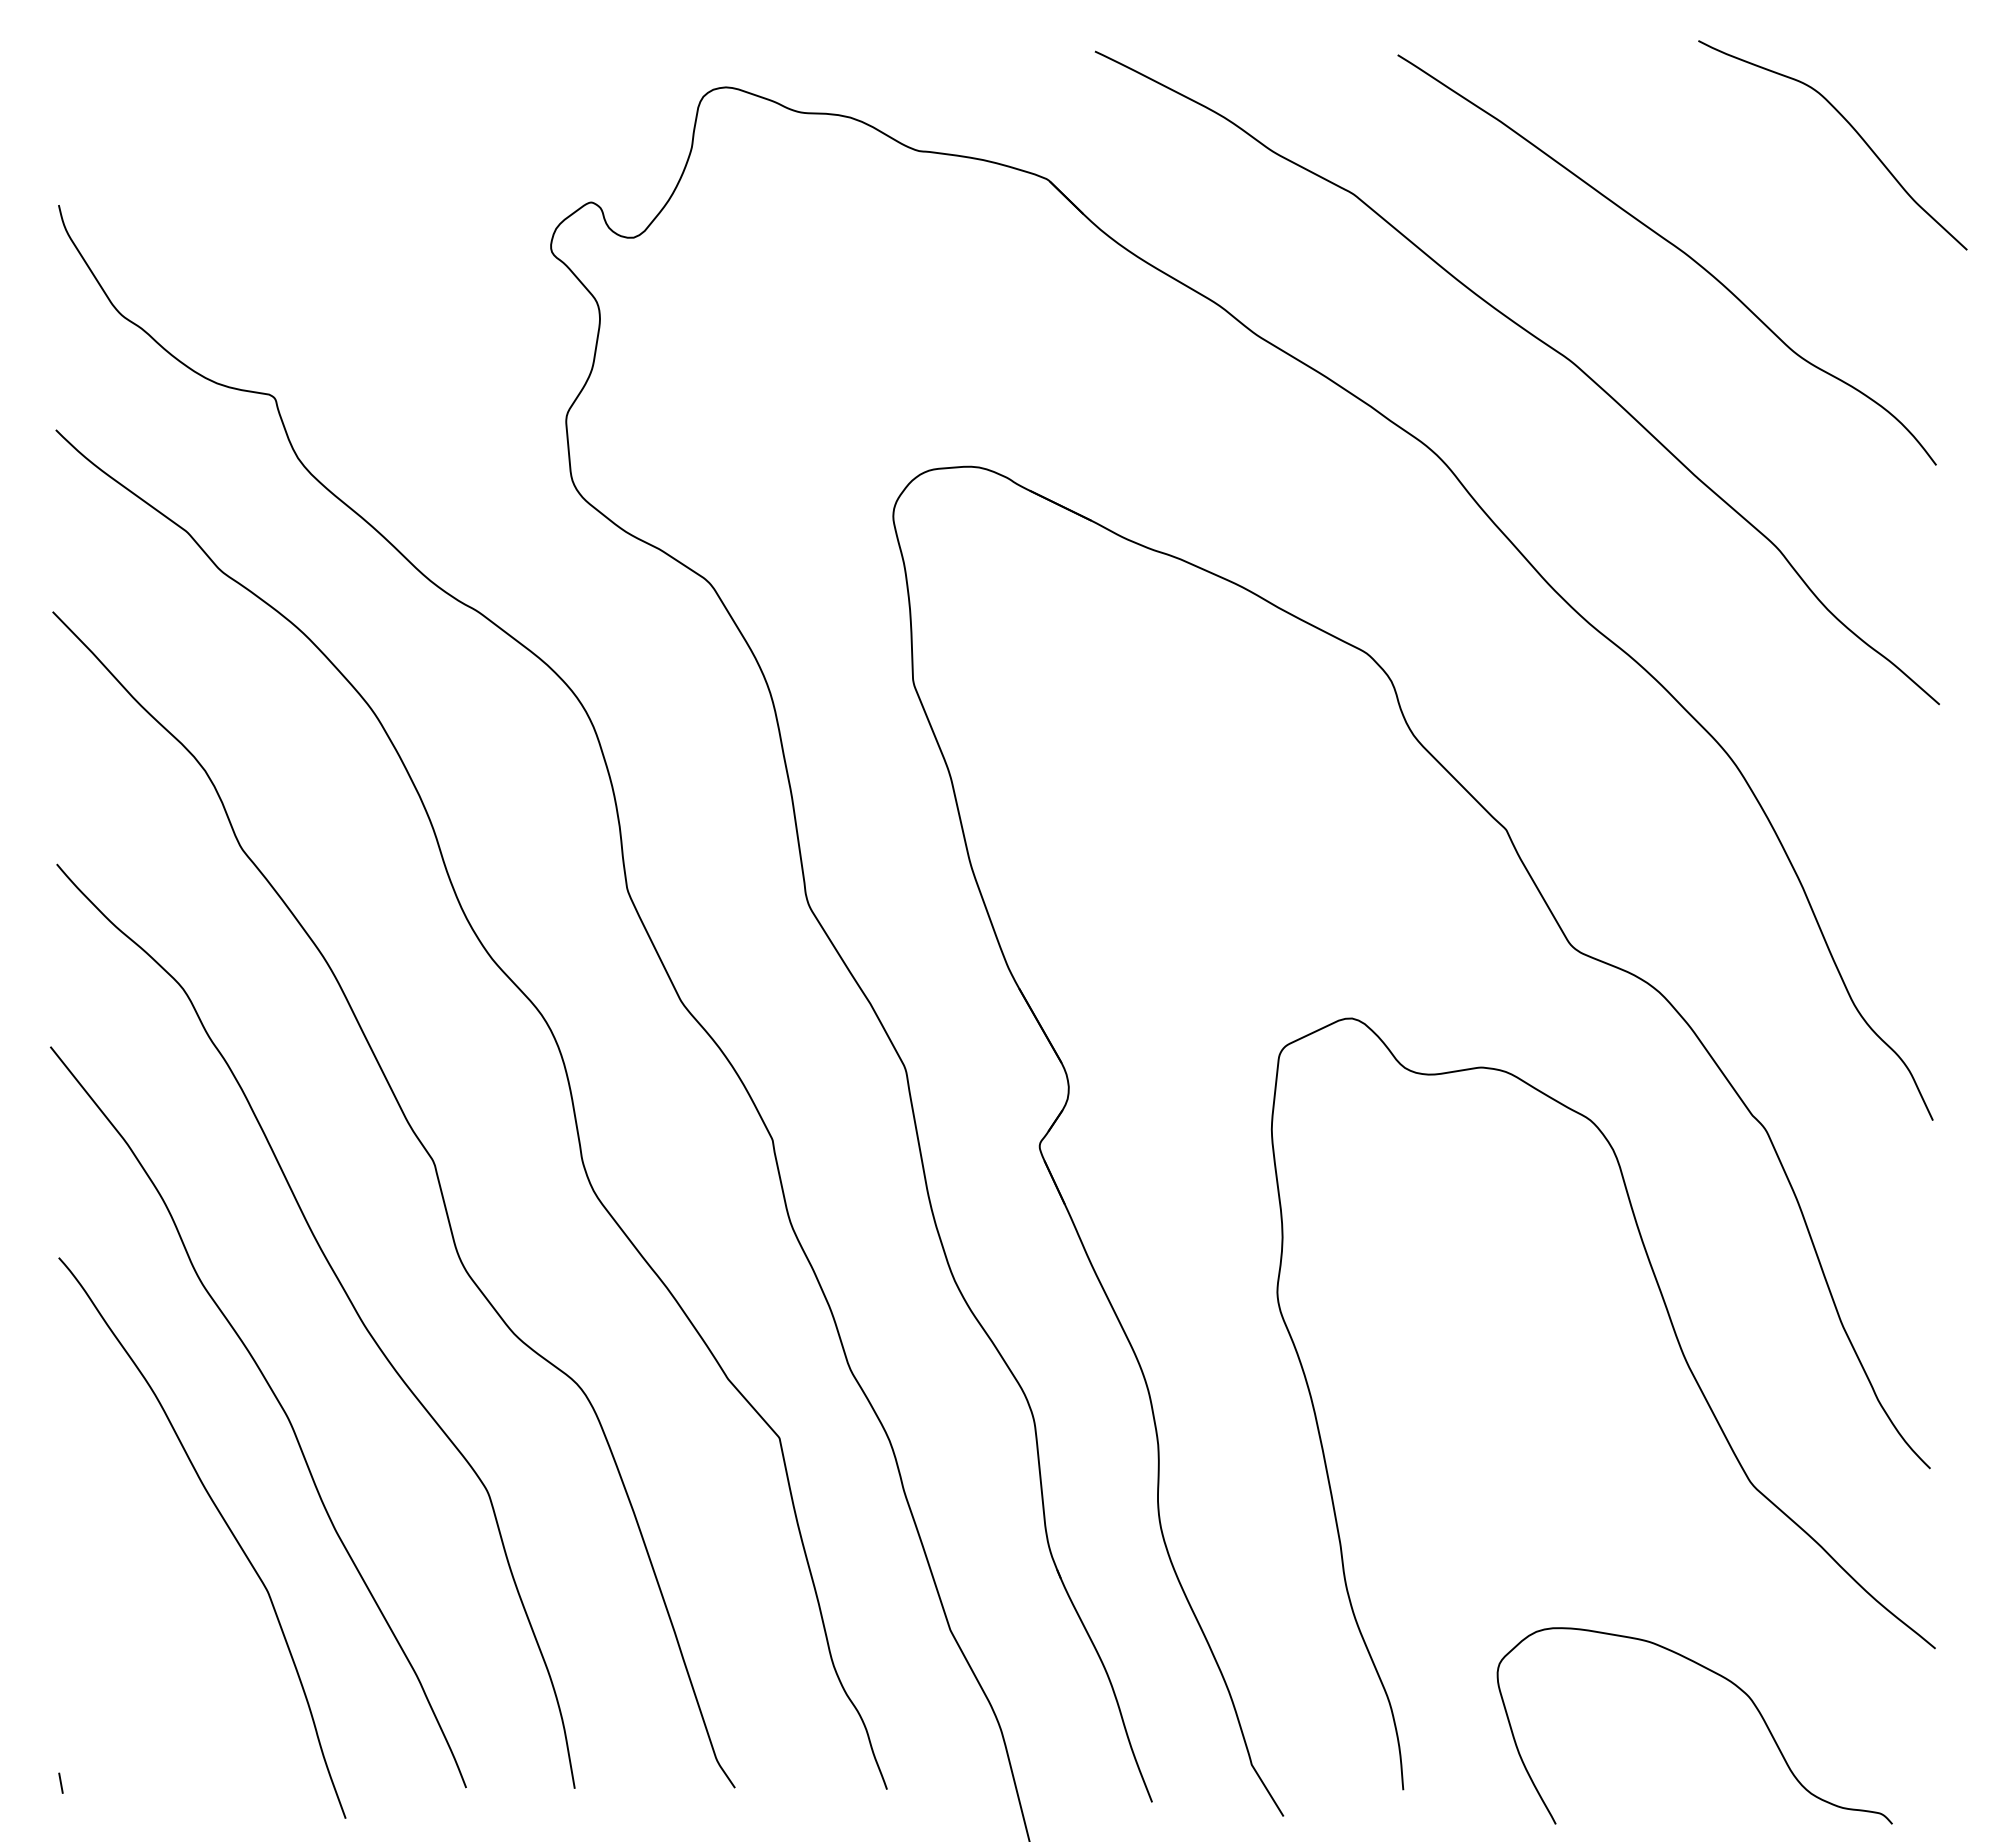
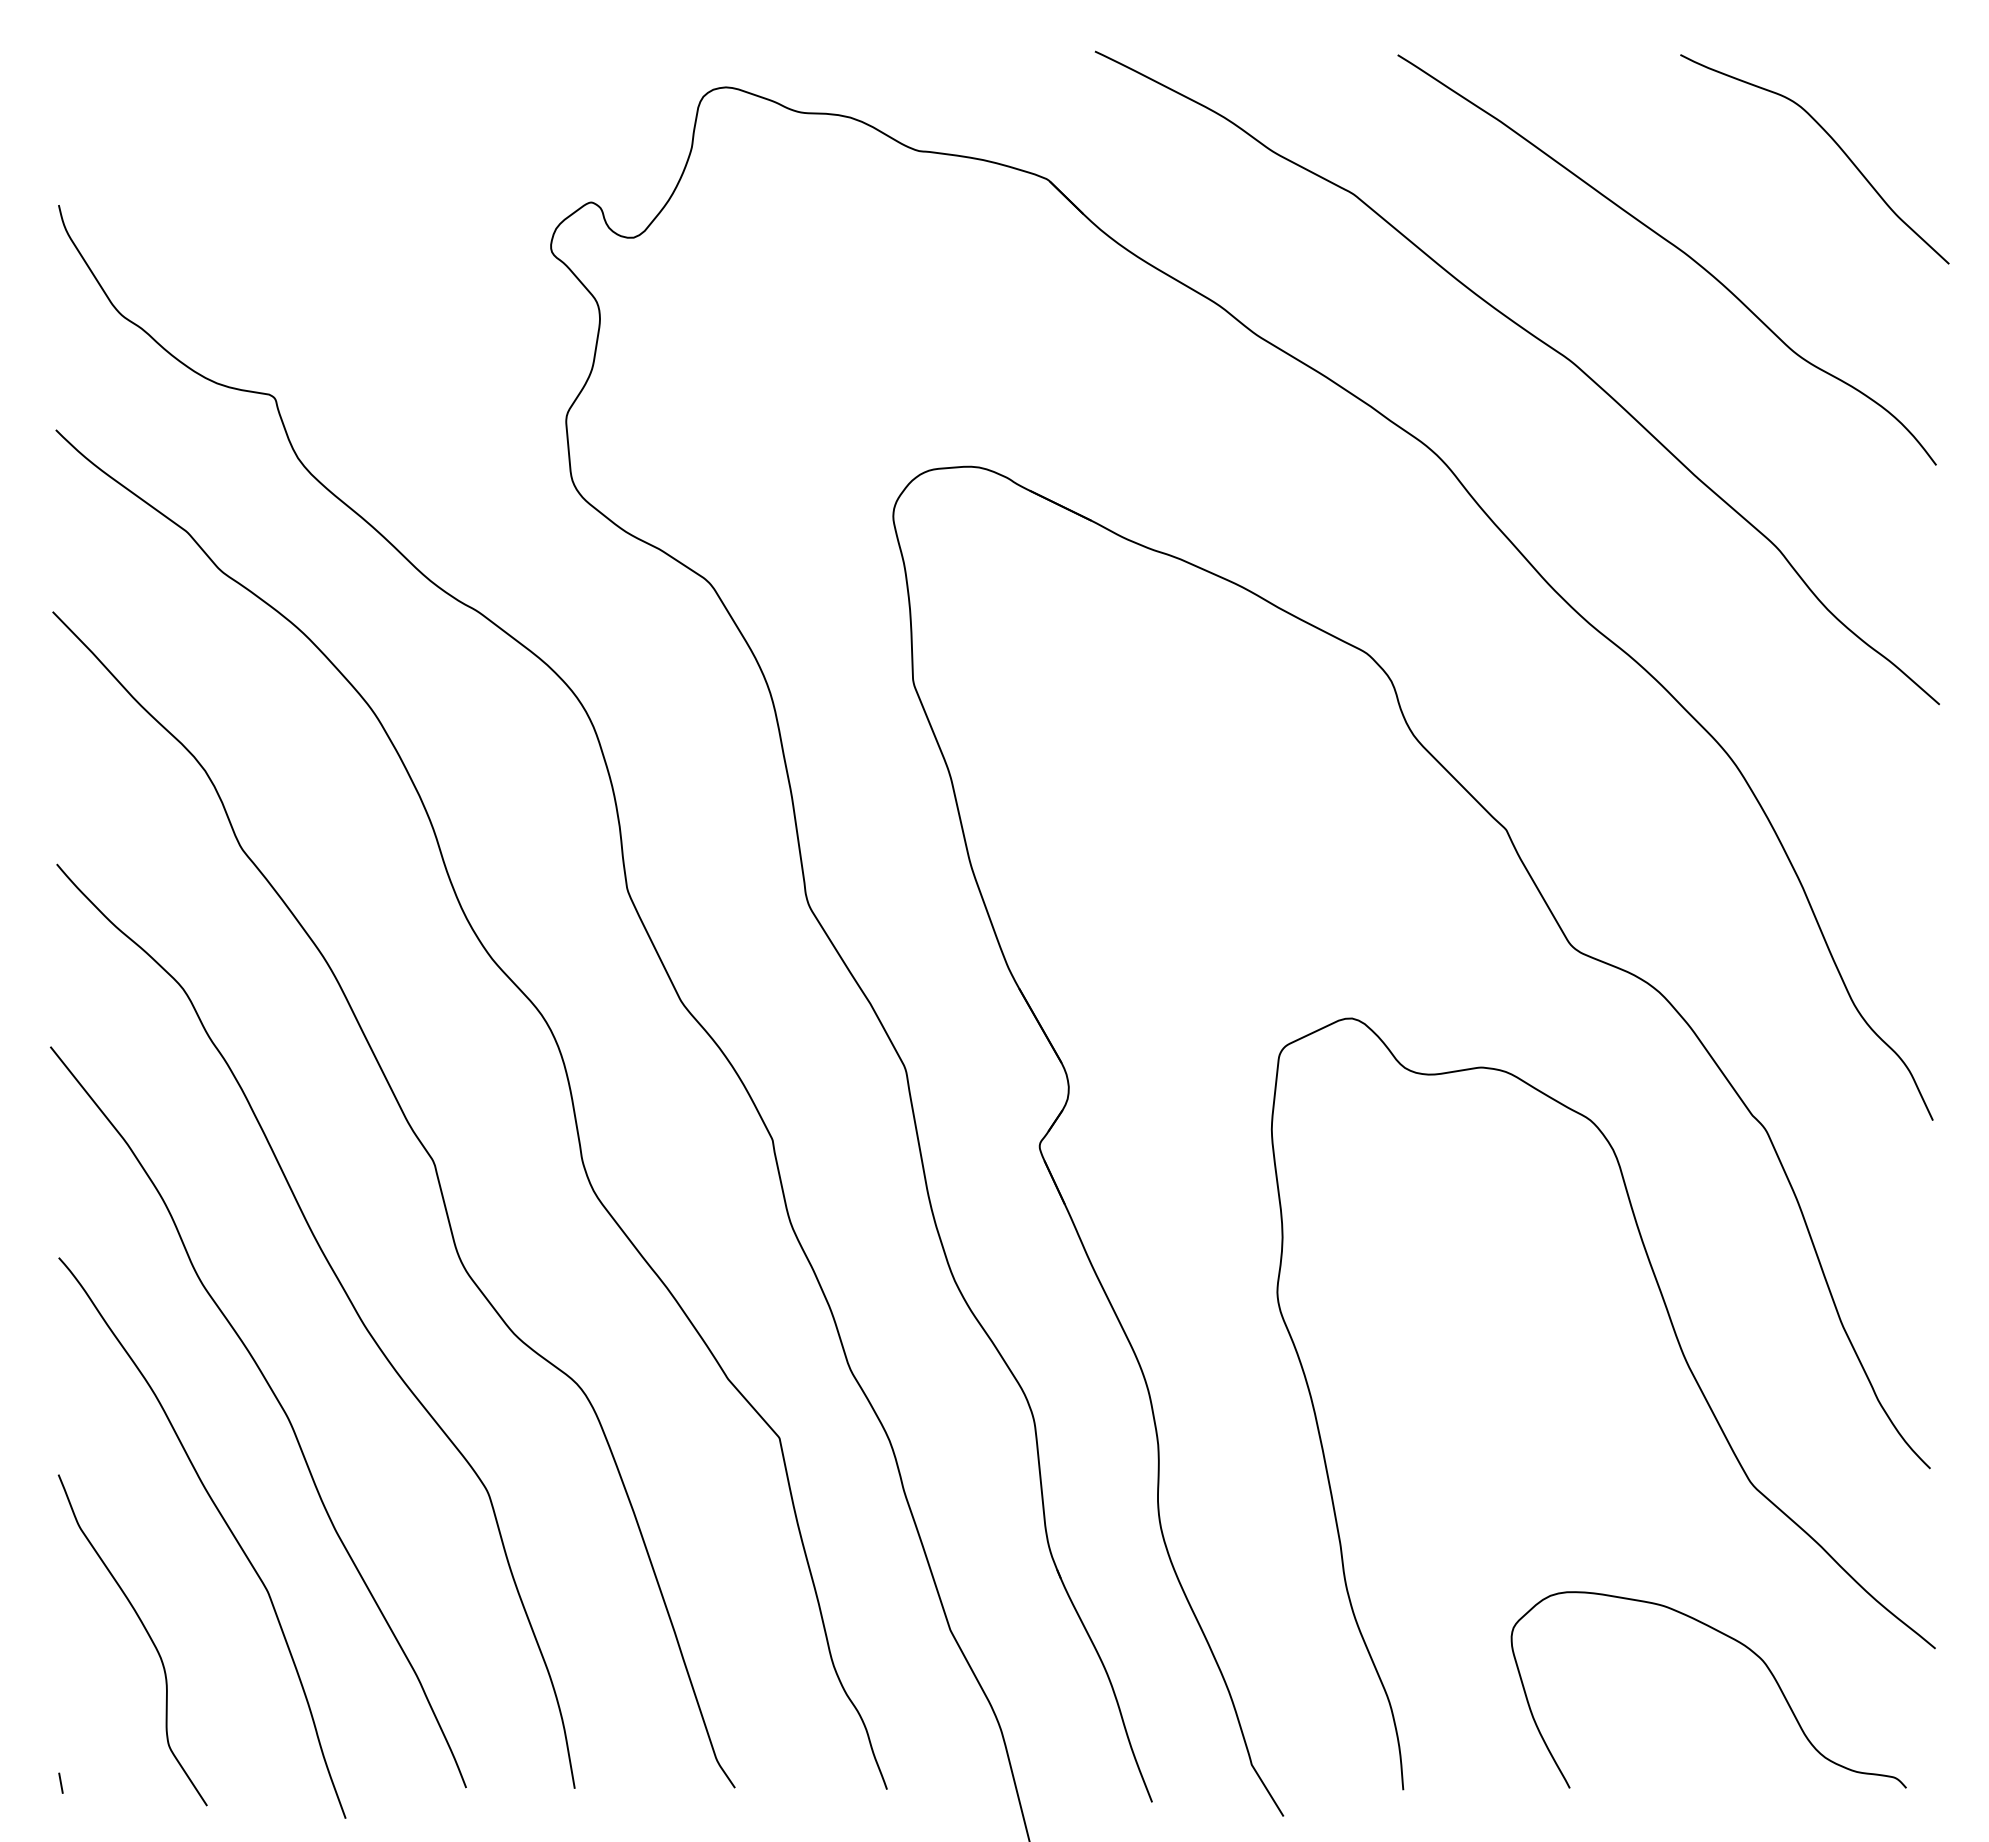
curve at (1850, 126) position: (1850, 126) -> (1832, 140)
curve at (146, 1632): none -> present
curve at (1721, 1677) position: (1721, 1677) -> (1735, 1641)
